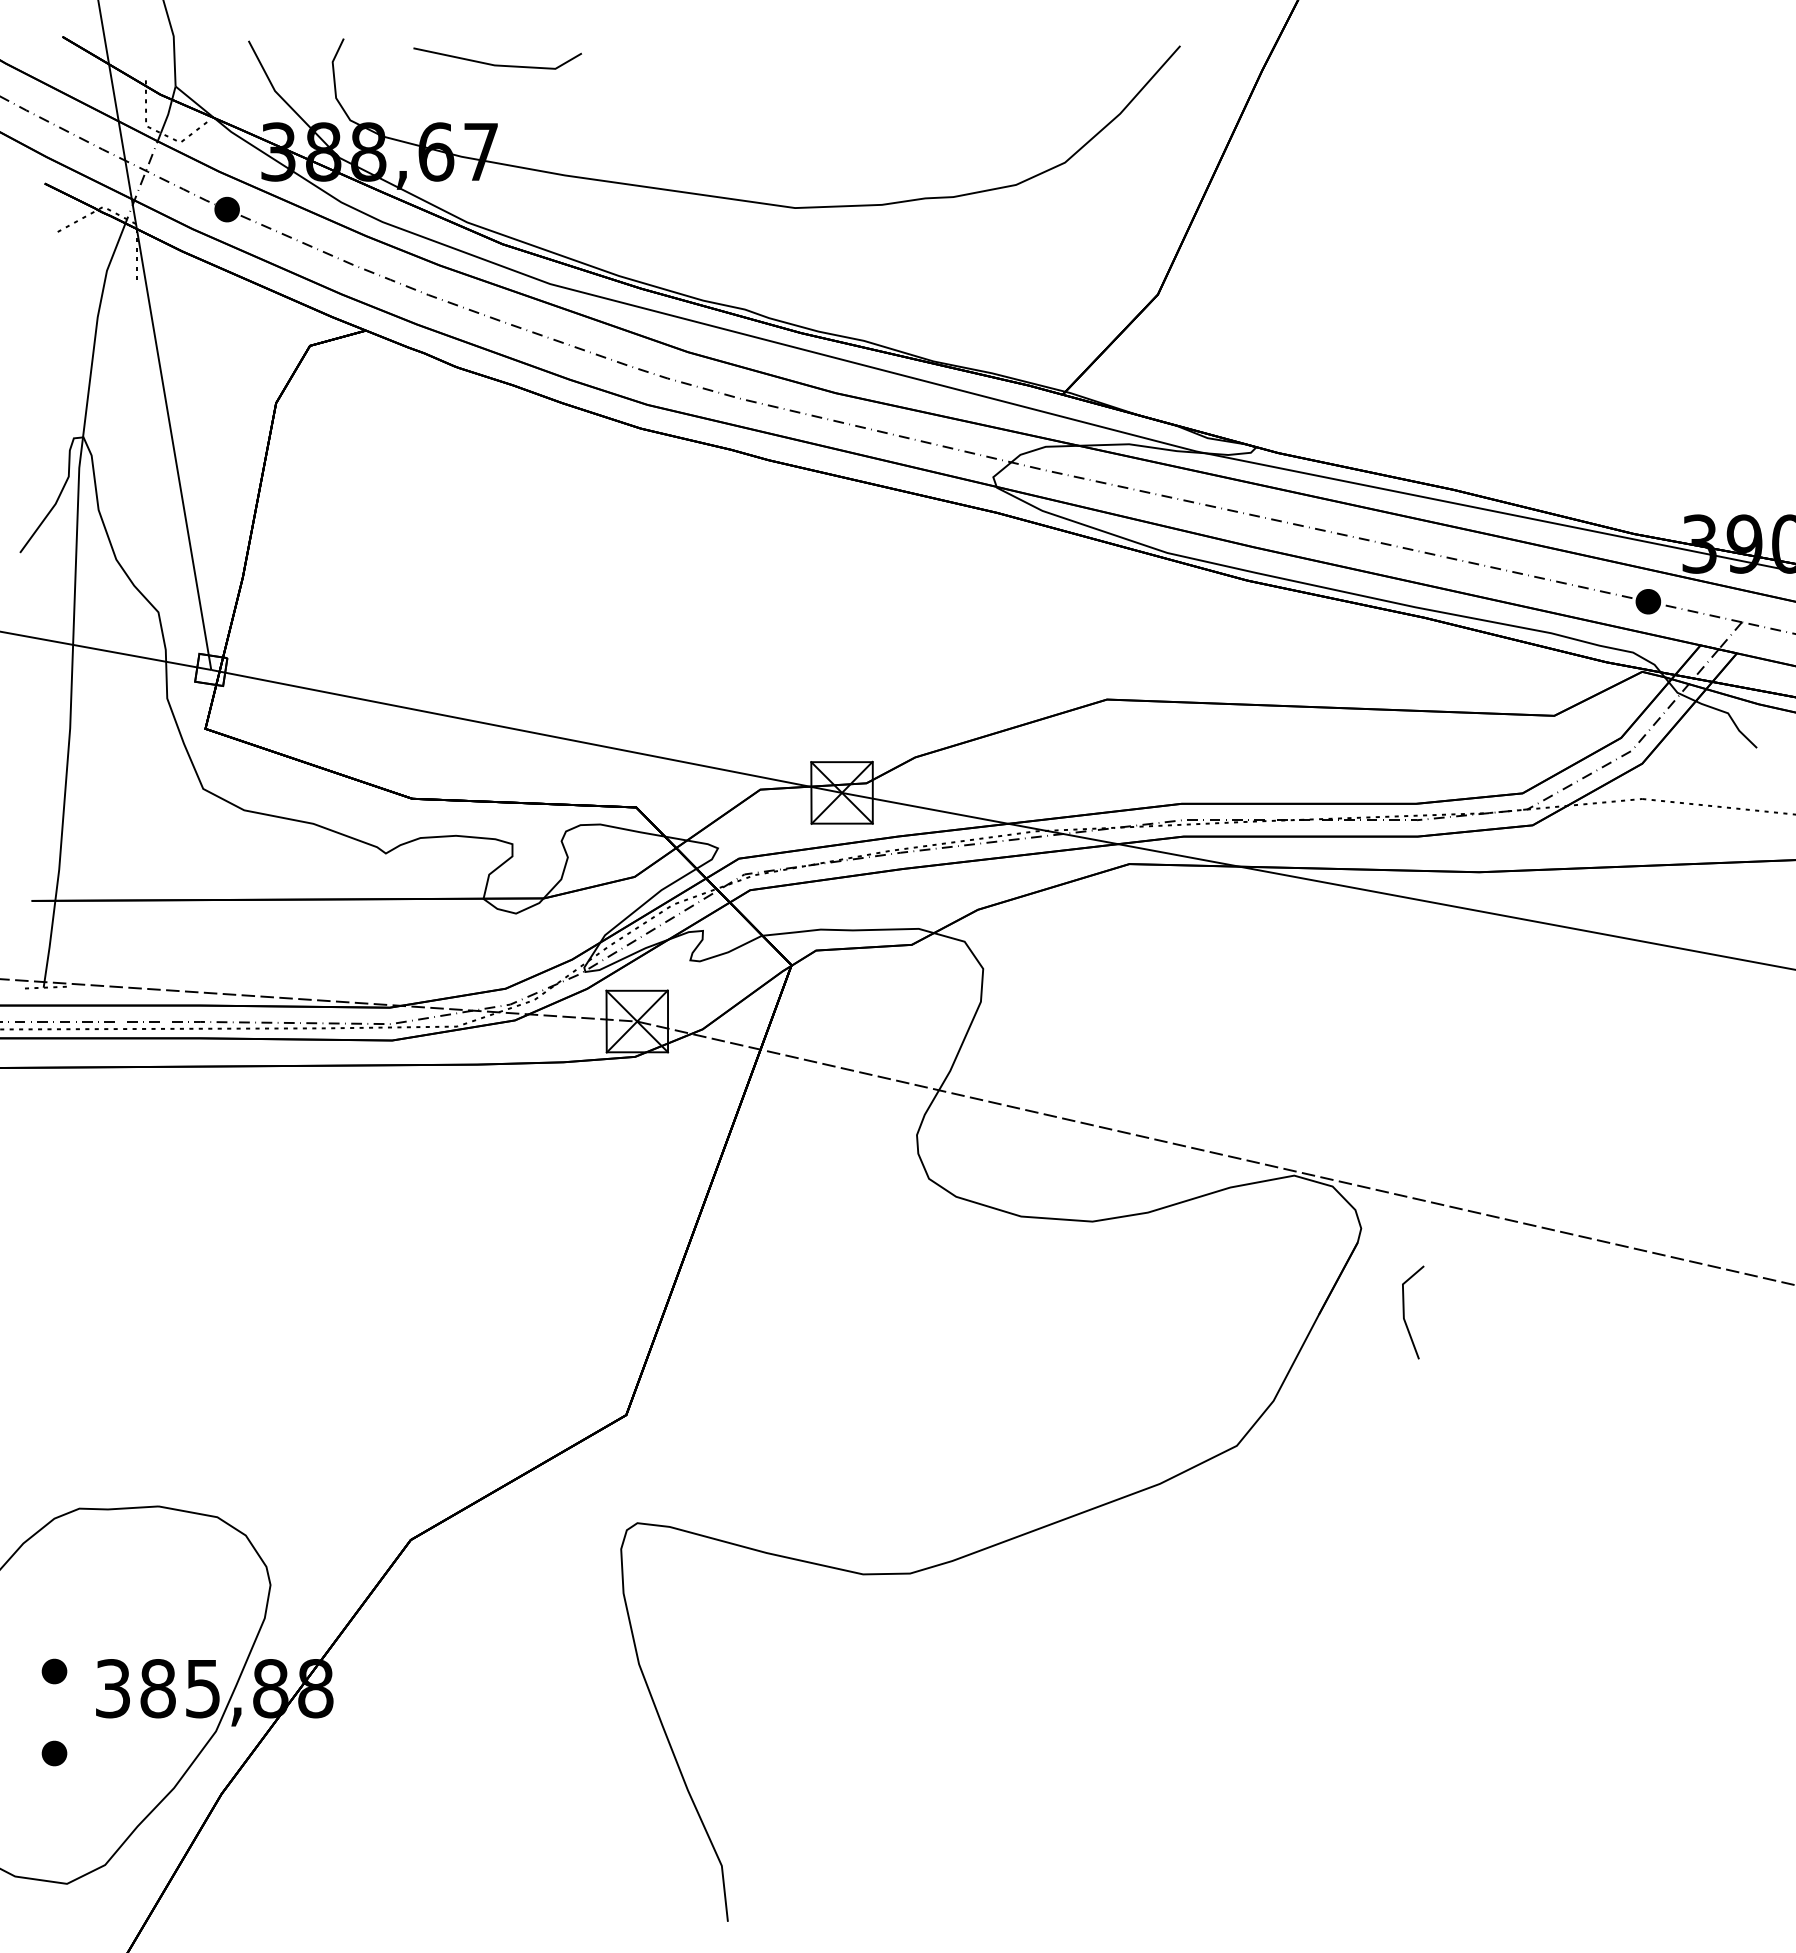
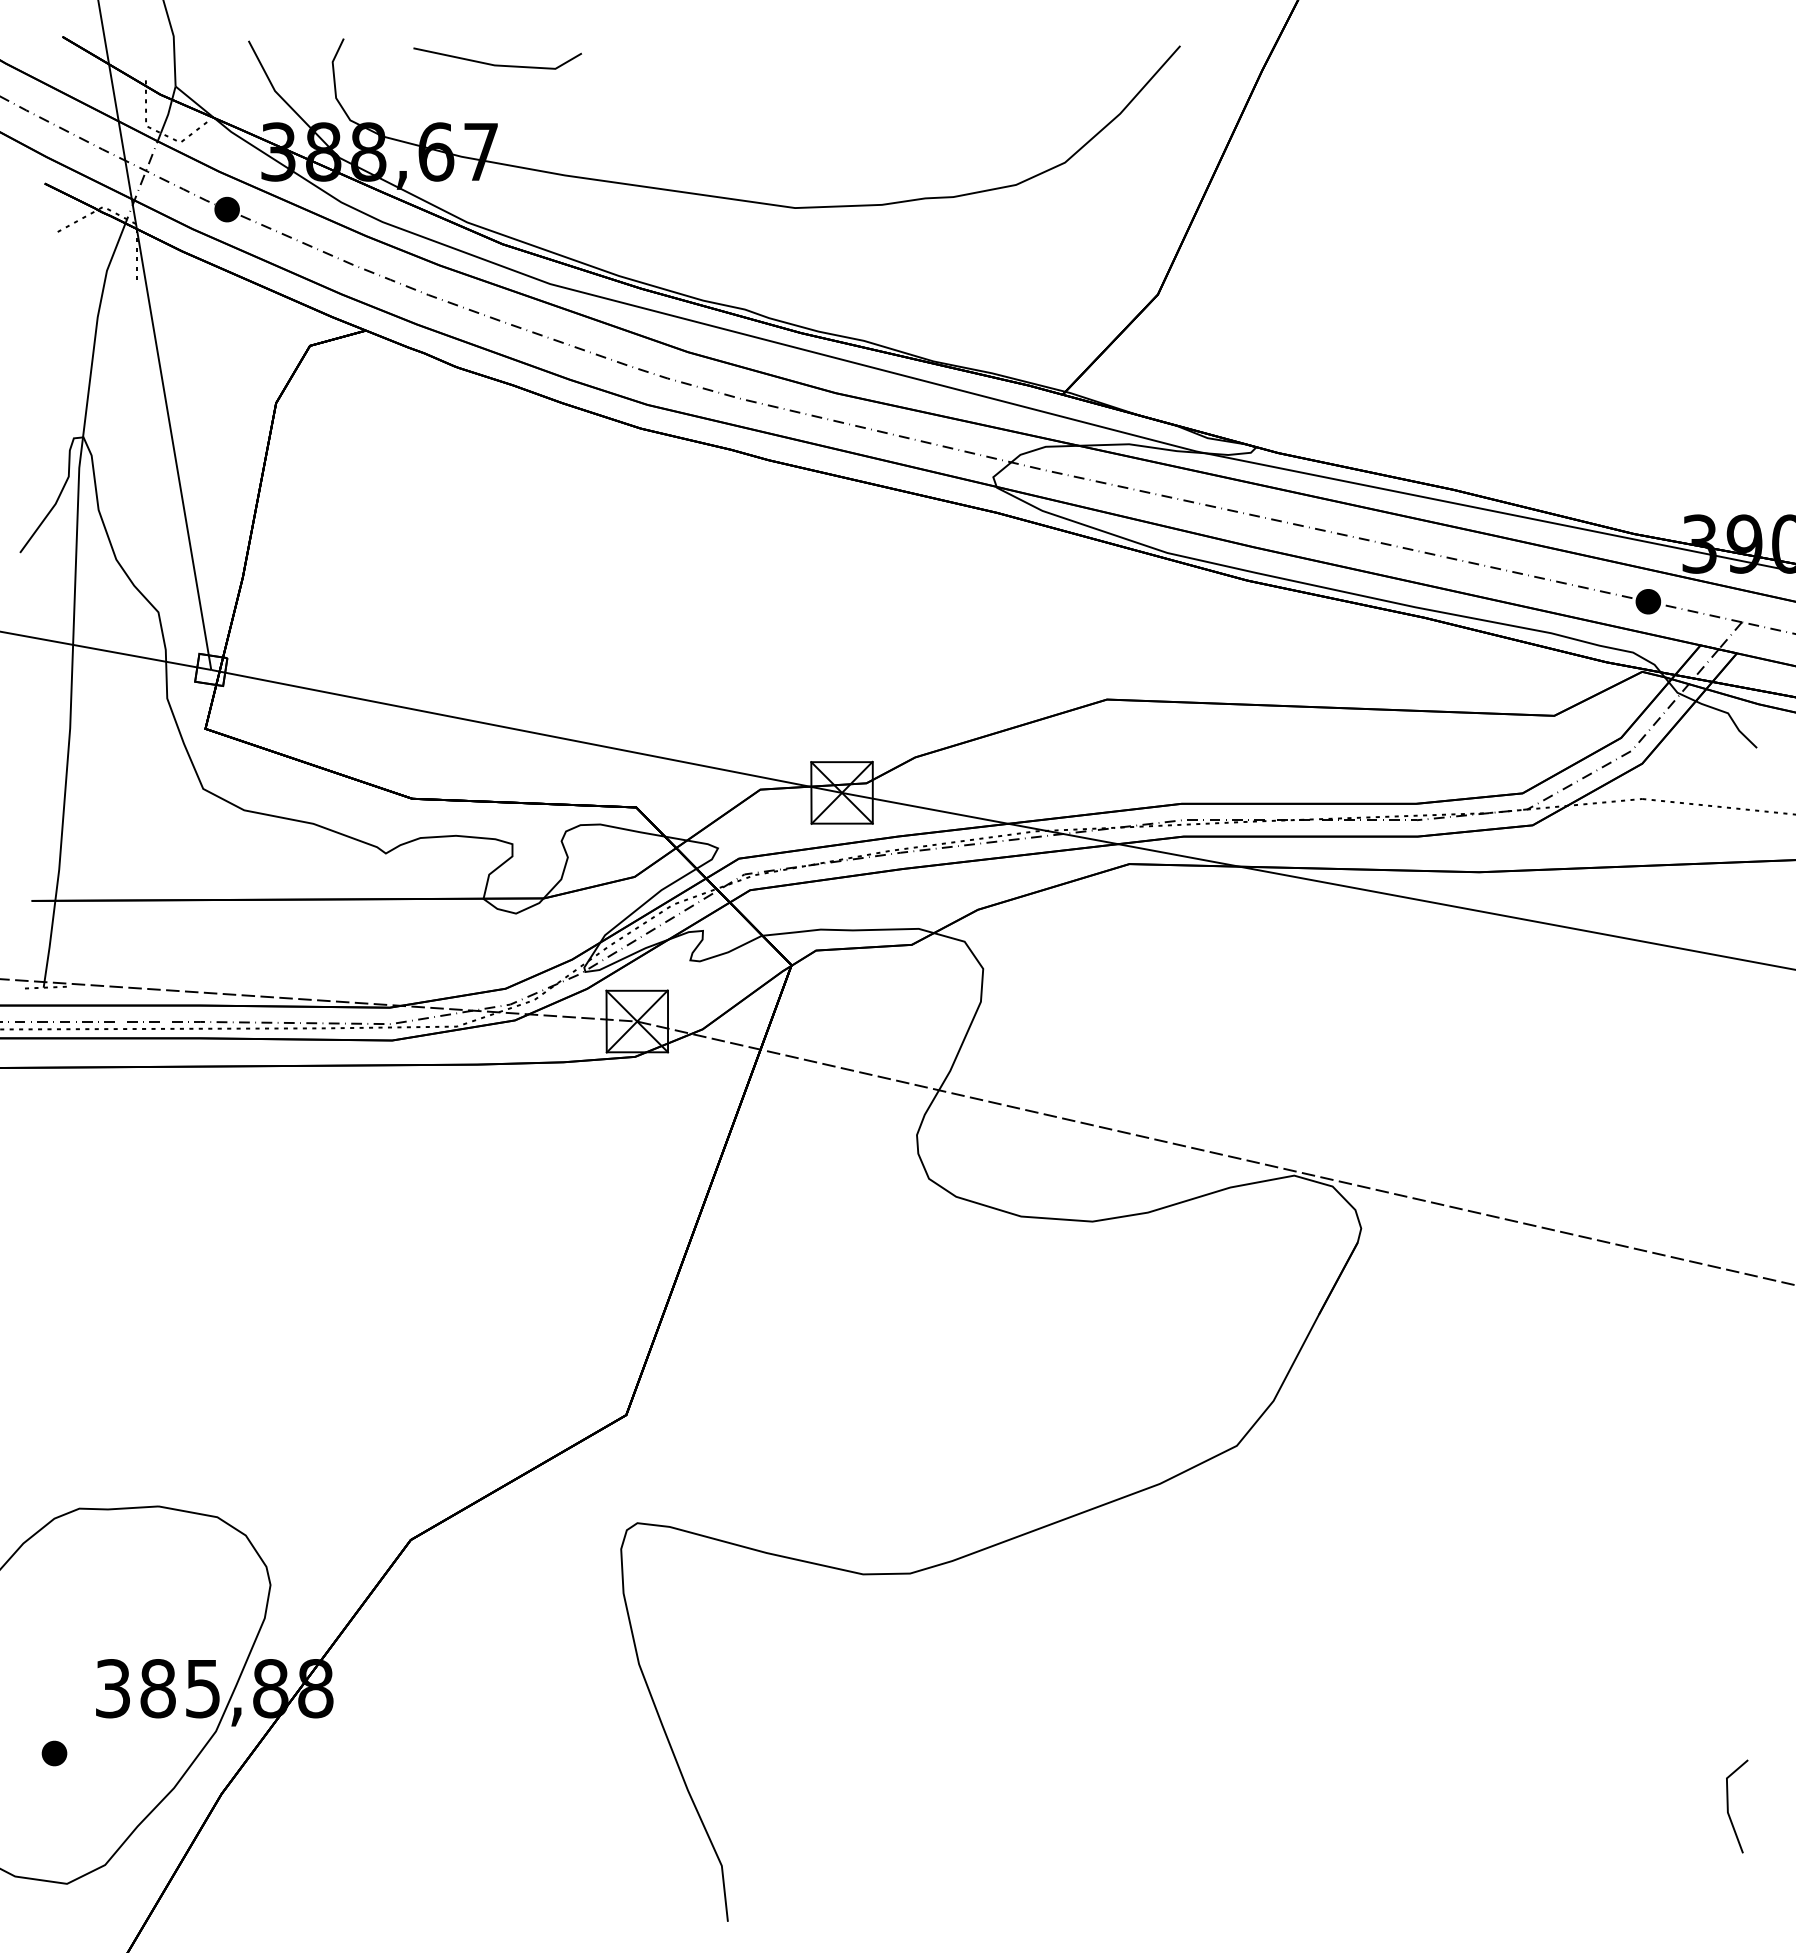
line at (1404, 1312) position: (1404, 1312) -> (1728, 1806)
part at (54, 1671): present -> none
